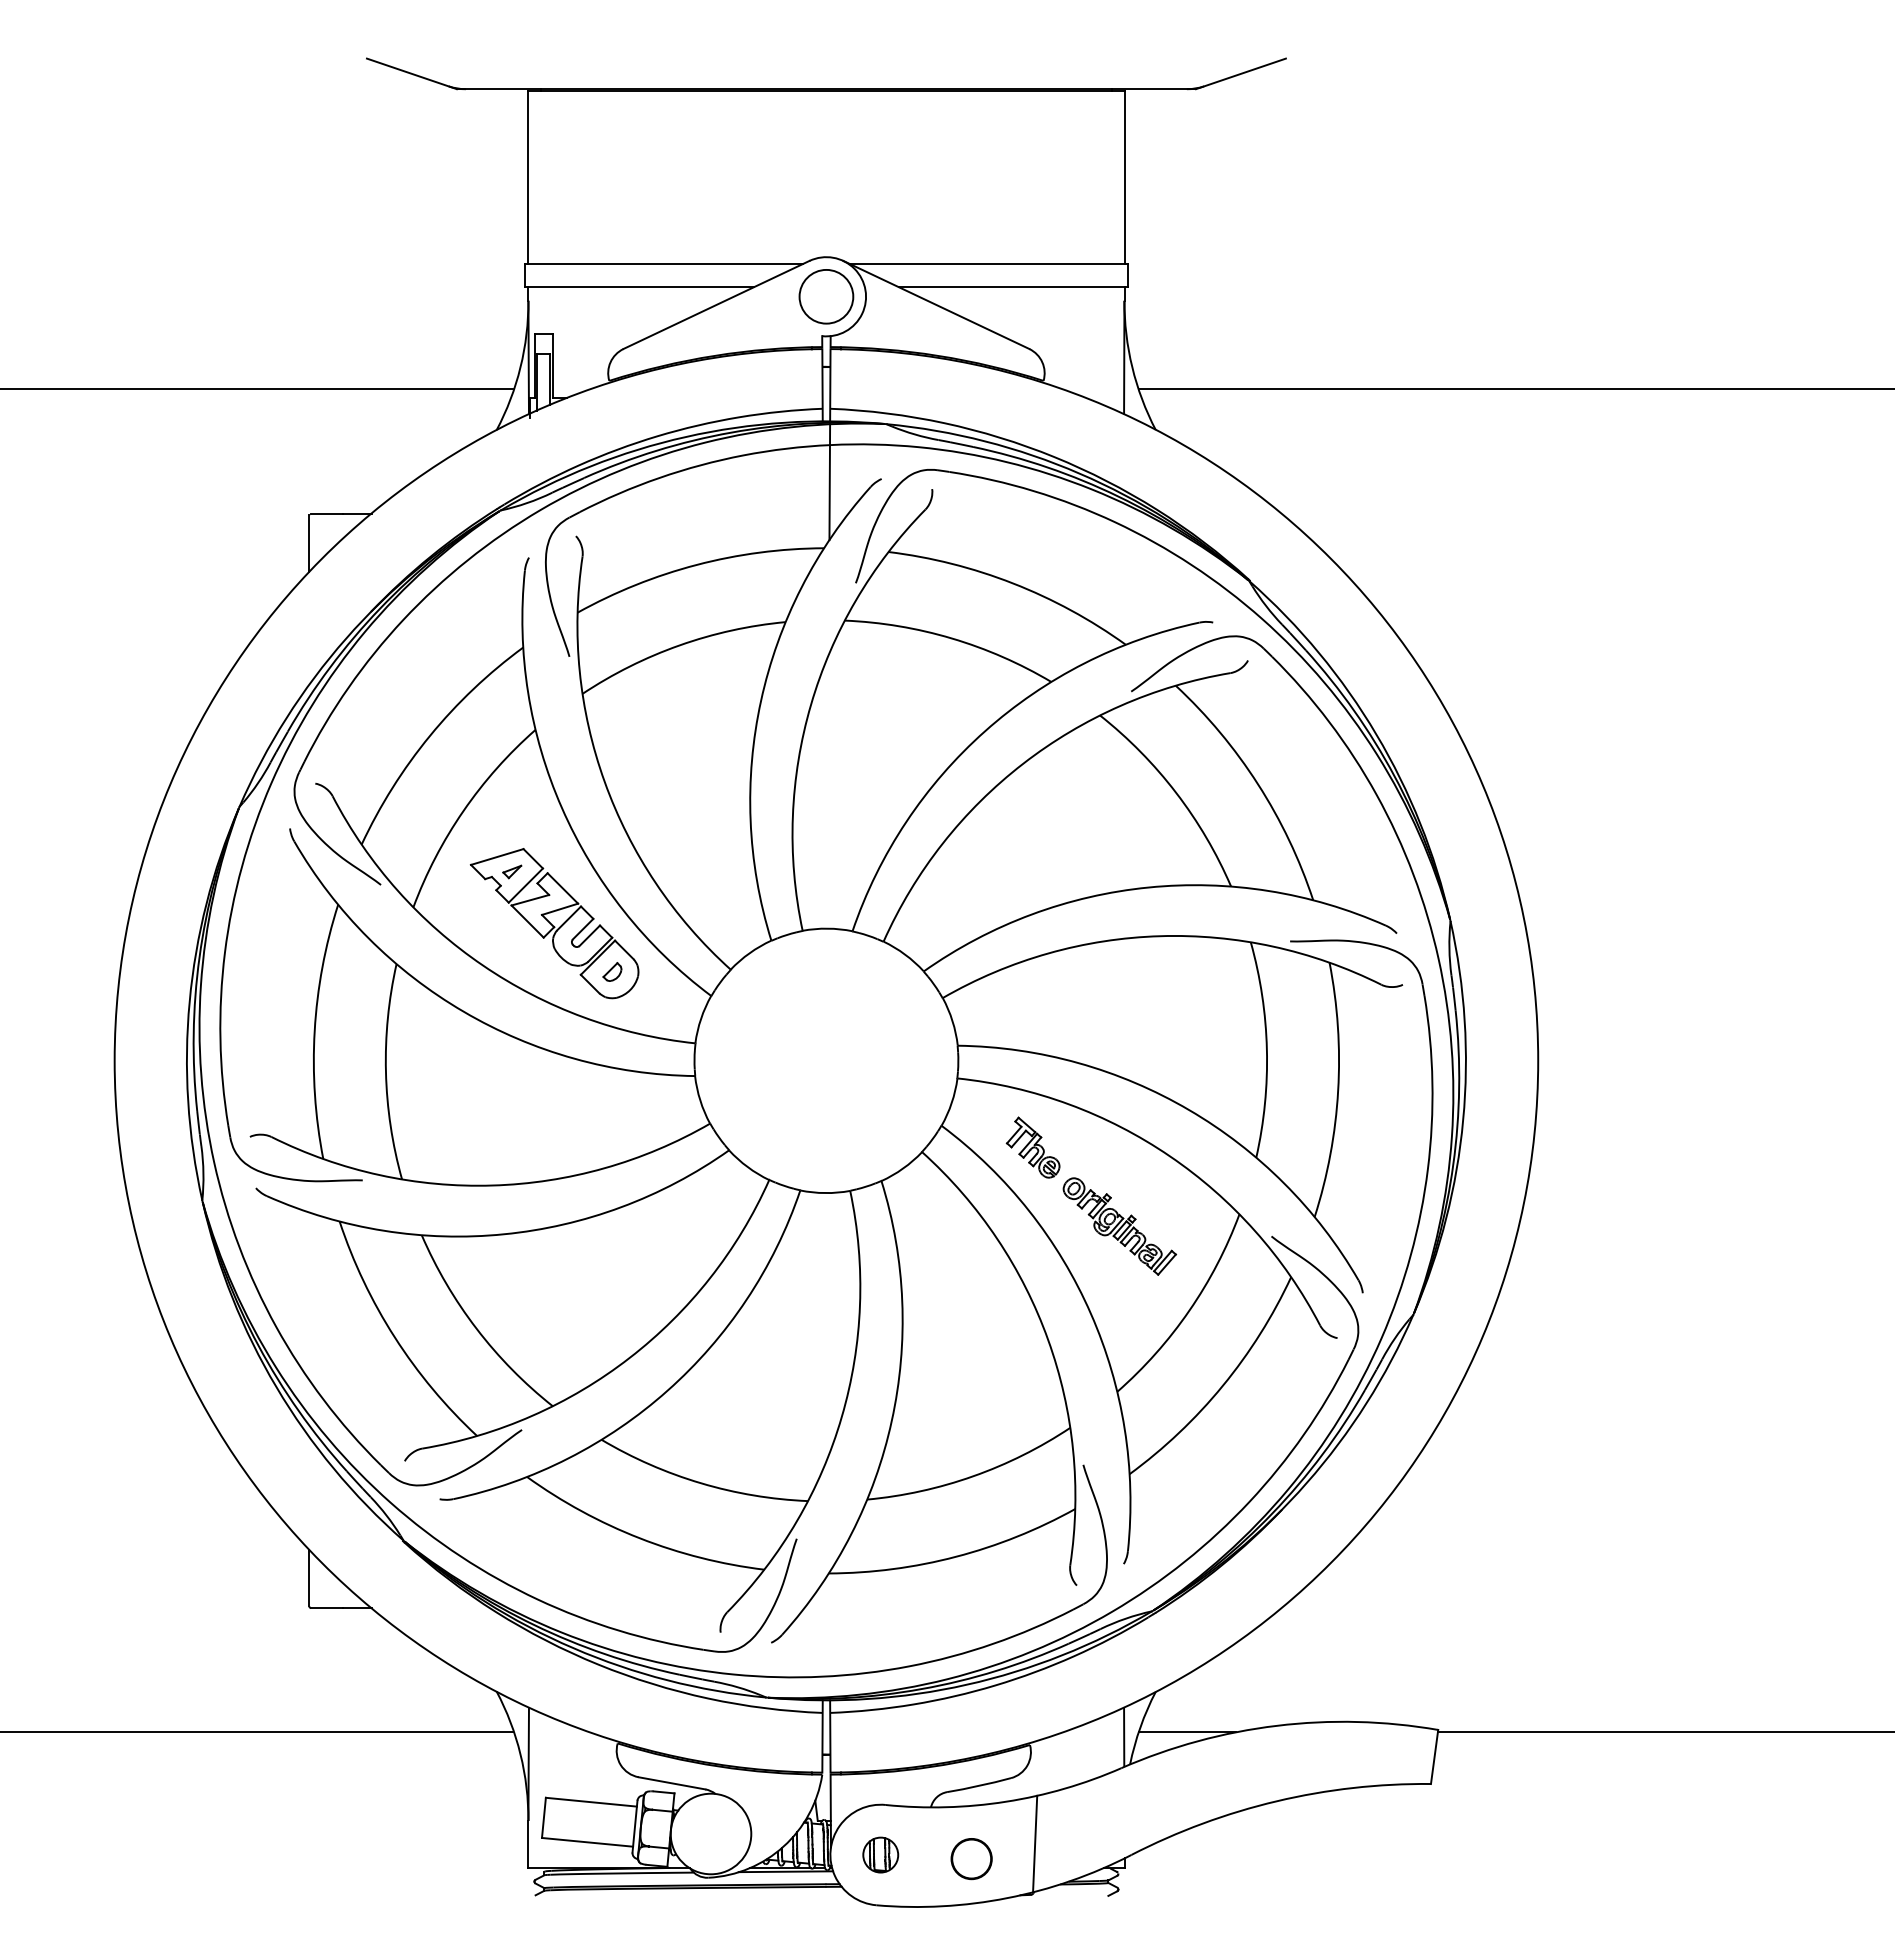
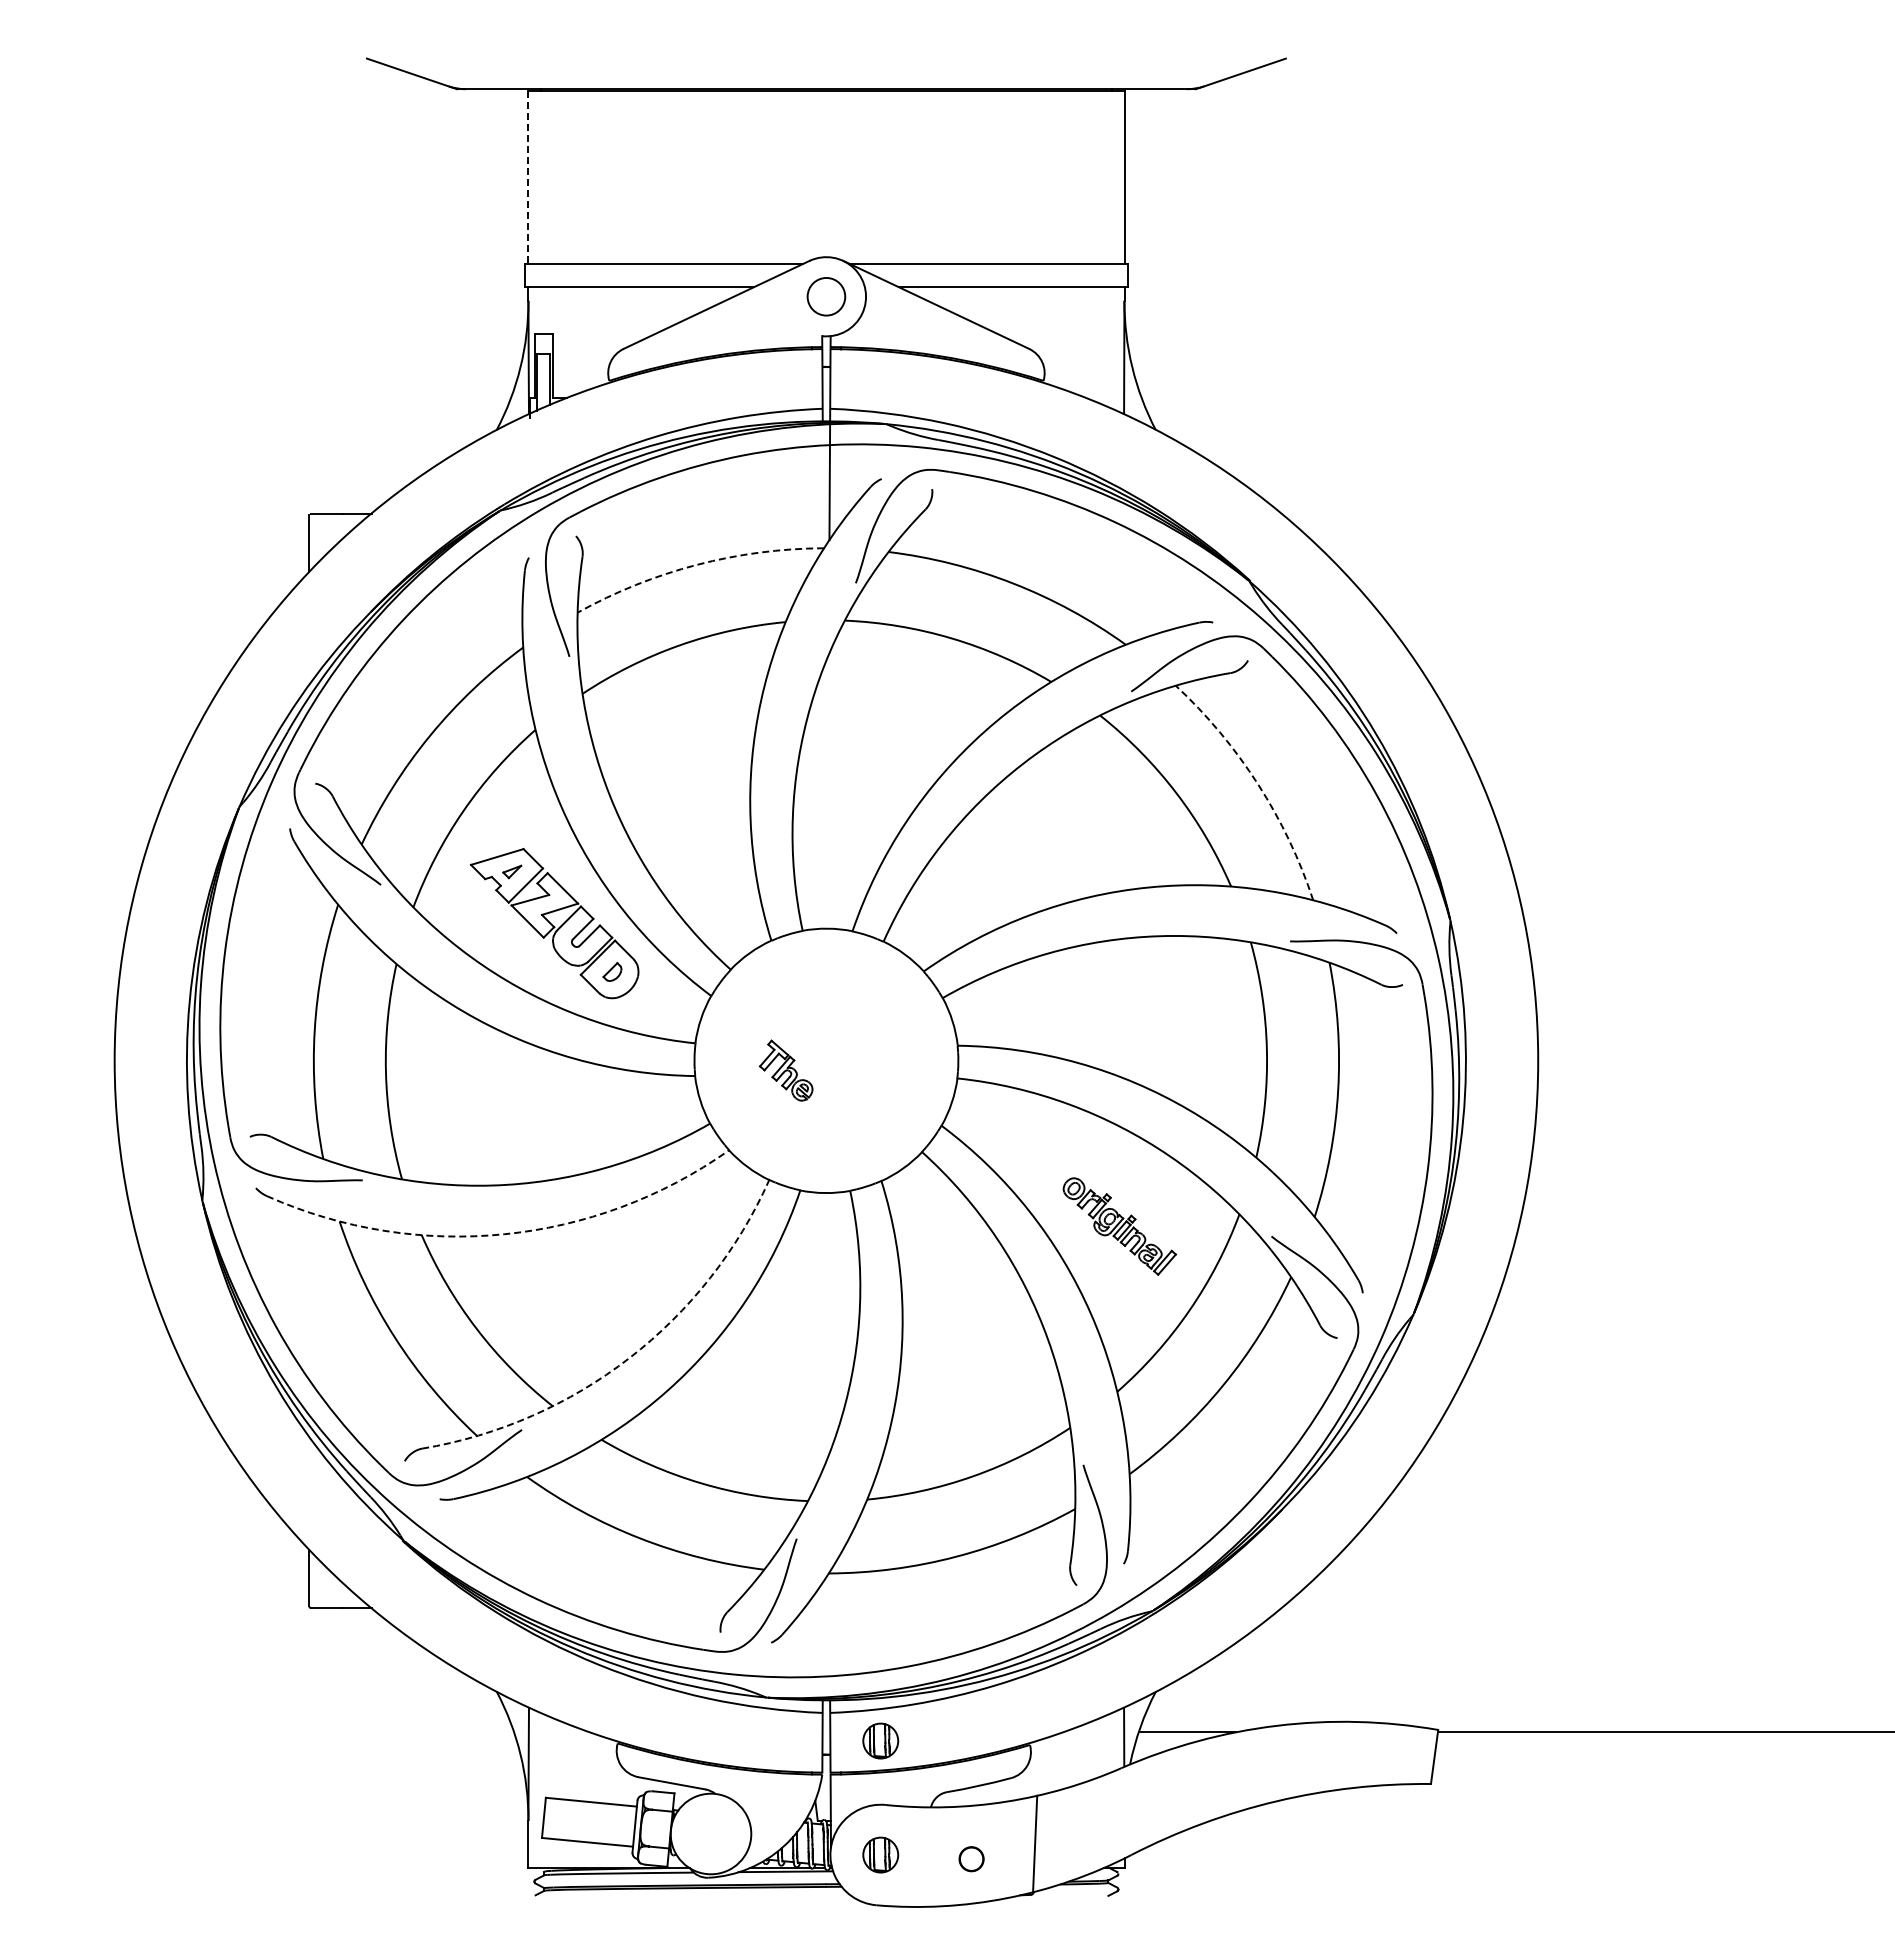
line at (527, 178): solid -> dashed
circle at (826, 296) diameter: 54 px -> 38 px
line at (257, 389): present -> none
line at (1515, 389): present -> none
arc at (696, 564): solid -> dashed
arc at (1258, 784): solid -> dashed
part at (1032, 1147) position: (1032, 1147) -> (785, 1070)
arc at (504, 1234): solid -> dashed
arc at (629, 1358): solid -> dashed
line at (257, 1732): present -> none
part at (880, 1740): none -> present
circle at (971, 1859) size: 43x43 px -> 27x27 px
